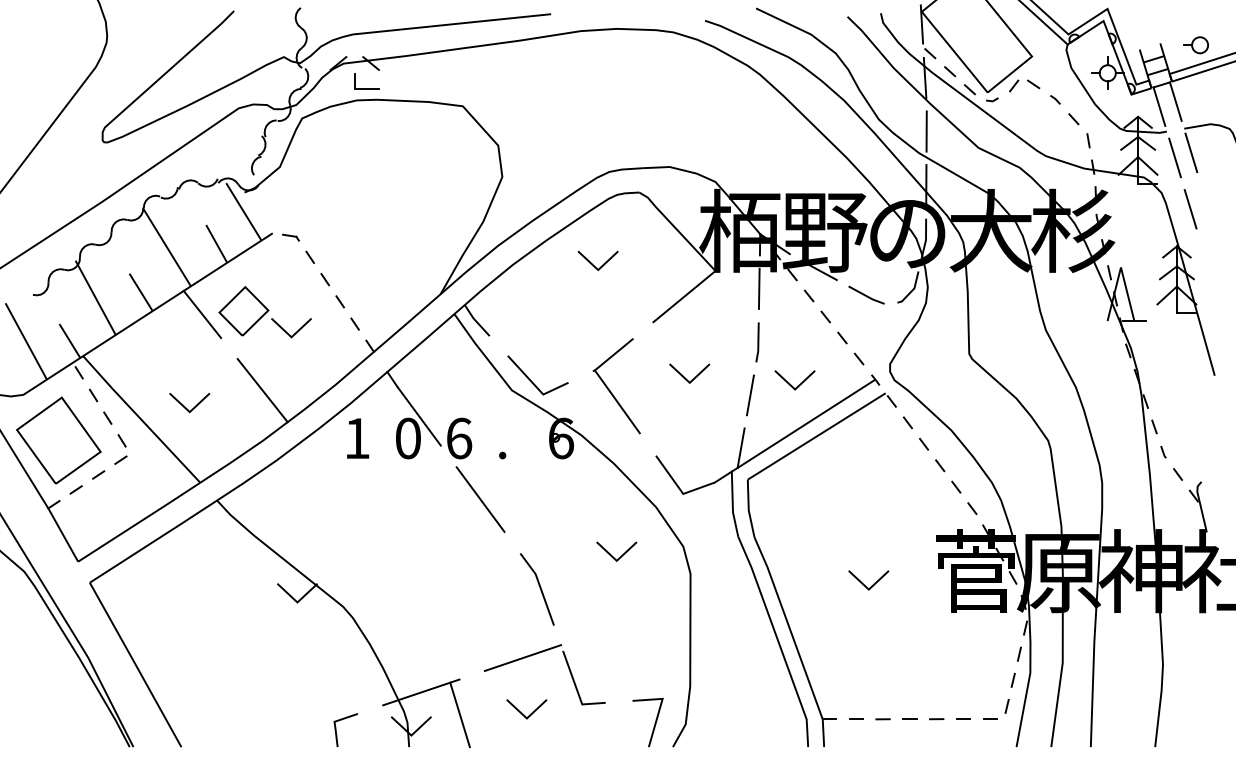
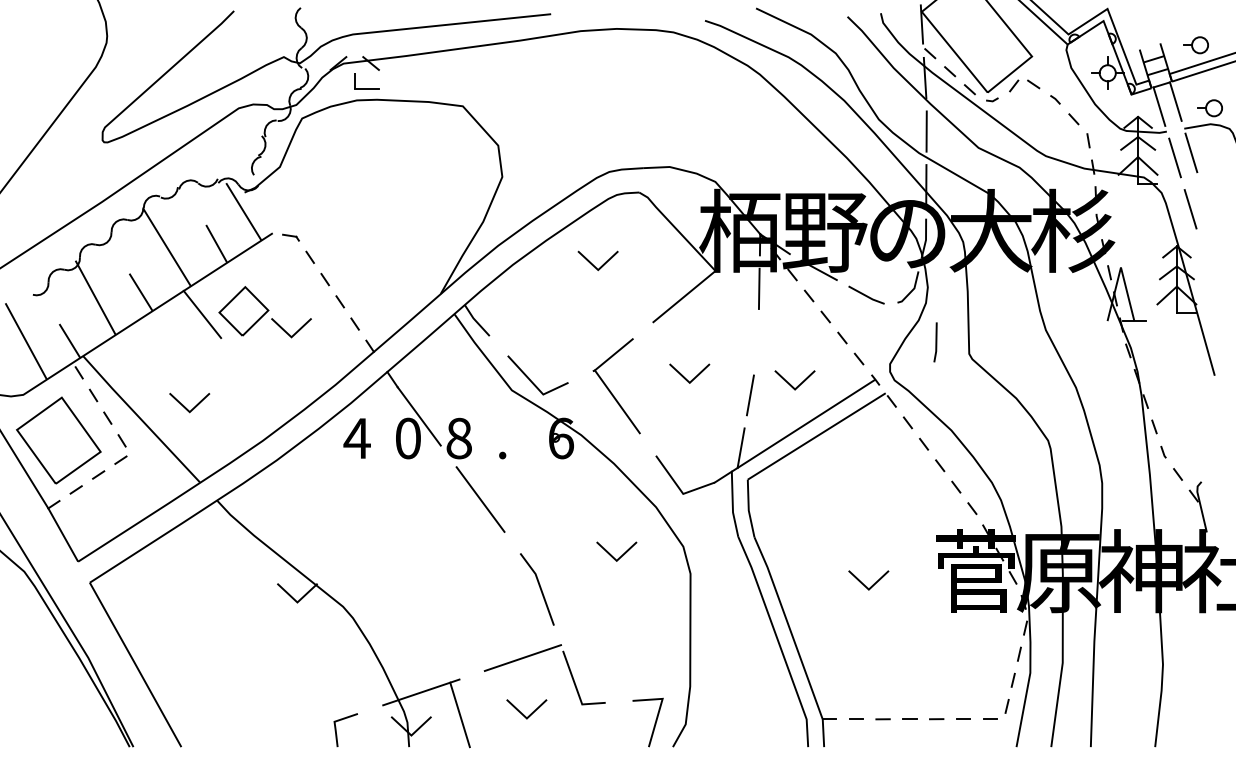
part at (1209, 108): none -> present
line at (757, 342) position: (757, 342) -> (935, 342)
line at (262, 390): present -> none
text at (356, 438): 1 -> 4
text at (459, 438): 6 -> 8
